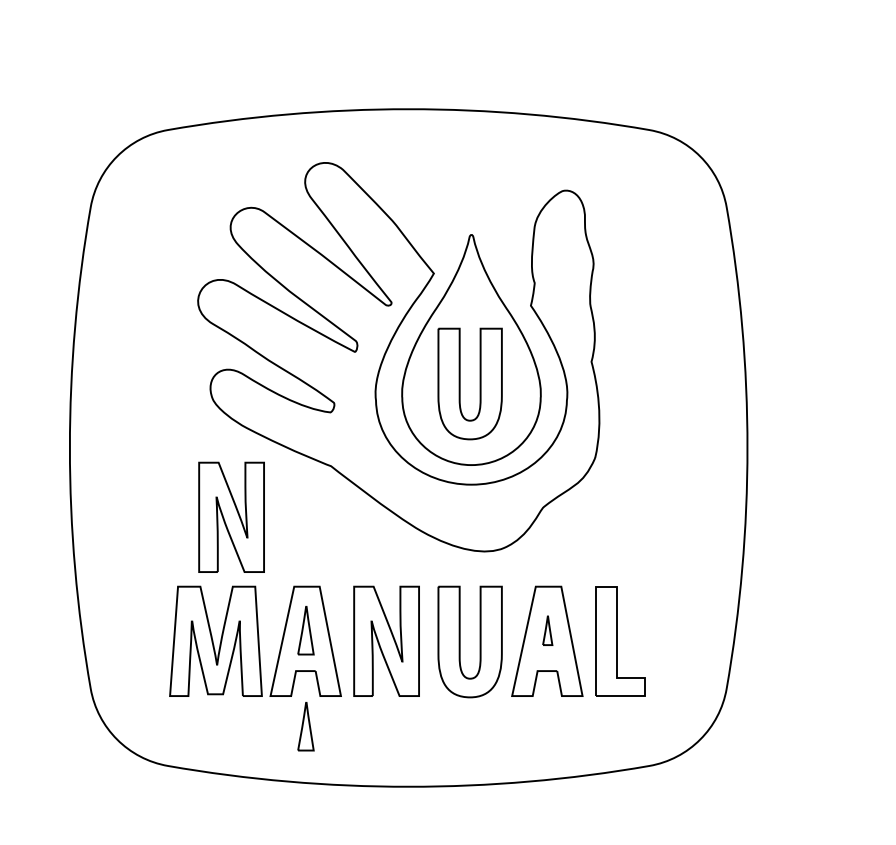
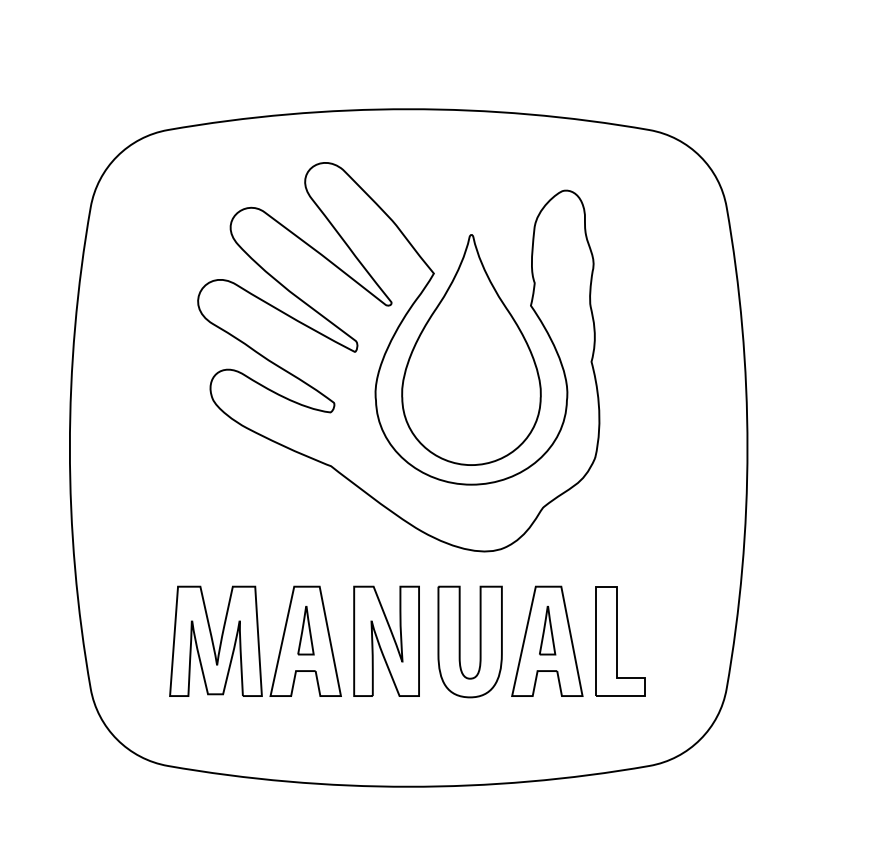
part at (460, 383): present -> none
part at (231, 516): present -> none
part at (547, 630) size: 12x31 px -> 18x50 px
part at (305, 726): present -> none
